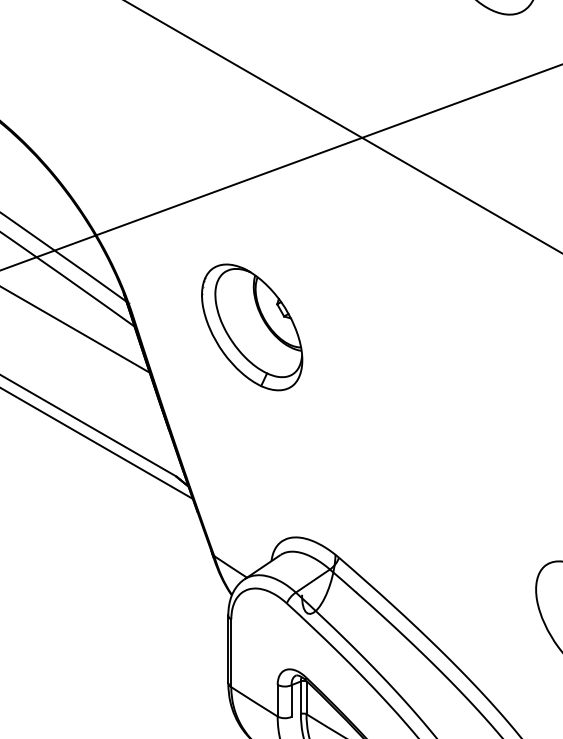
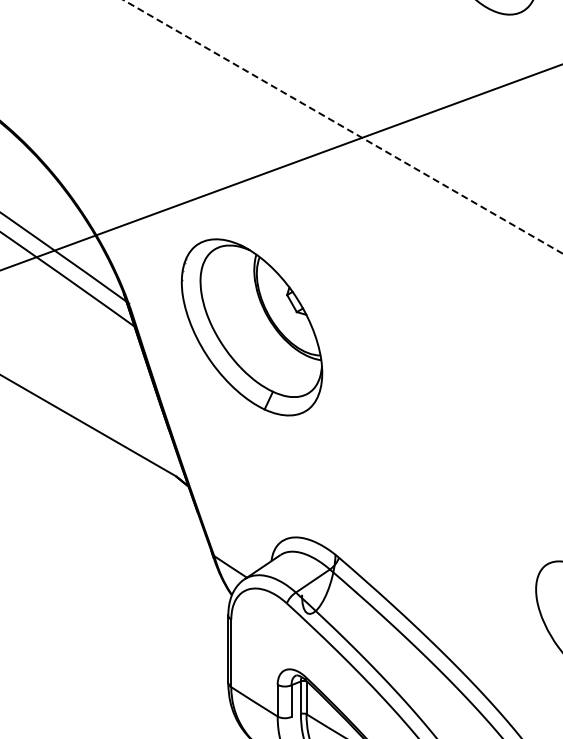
line at (342, 126): solid -> dashed
part at (252, 327) size: 103x129 px -> 144x179 px
line at (75, 329): present -> none
line at (97, 443): present -> none
